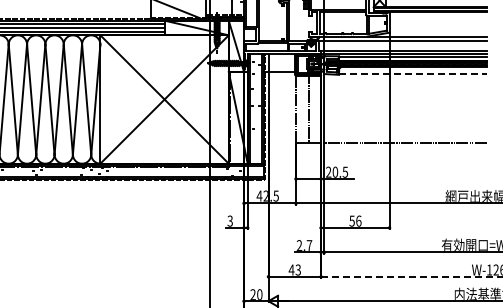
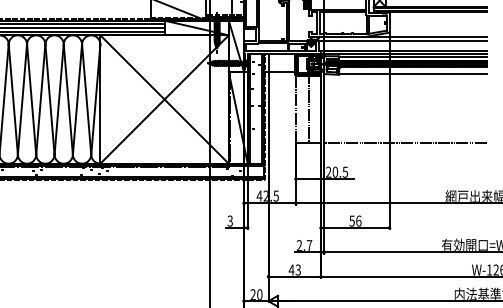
line at (413, 74): dashed -> solid
line at (412, 276): dashed -> solid
